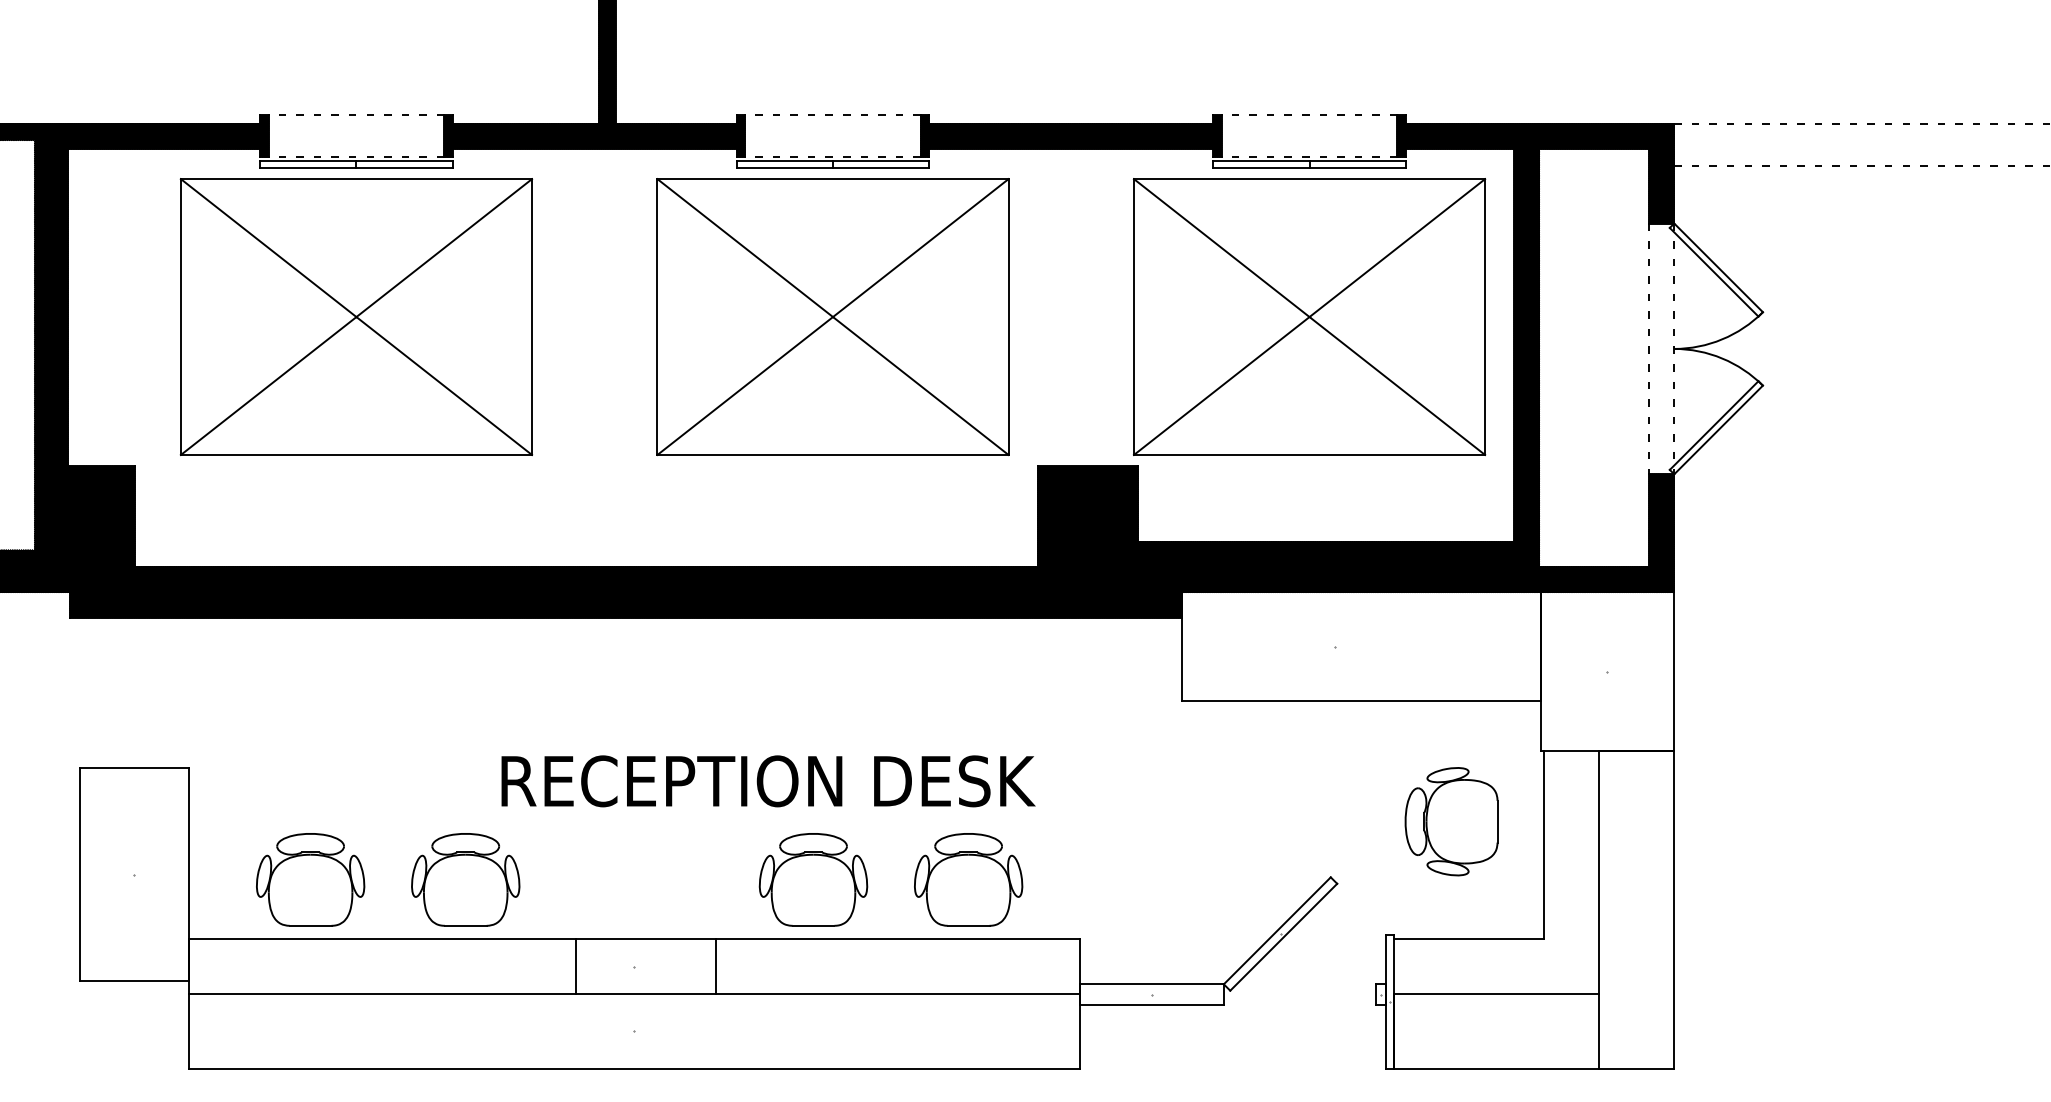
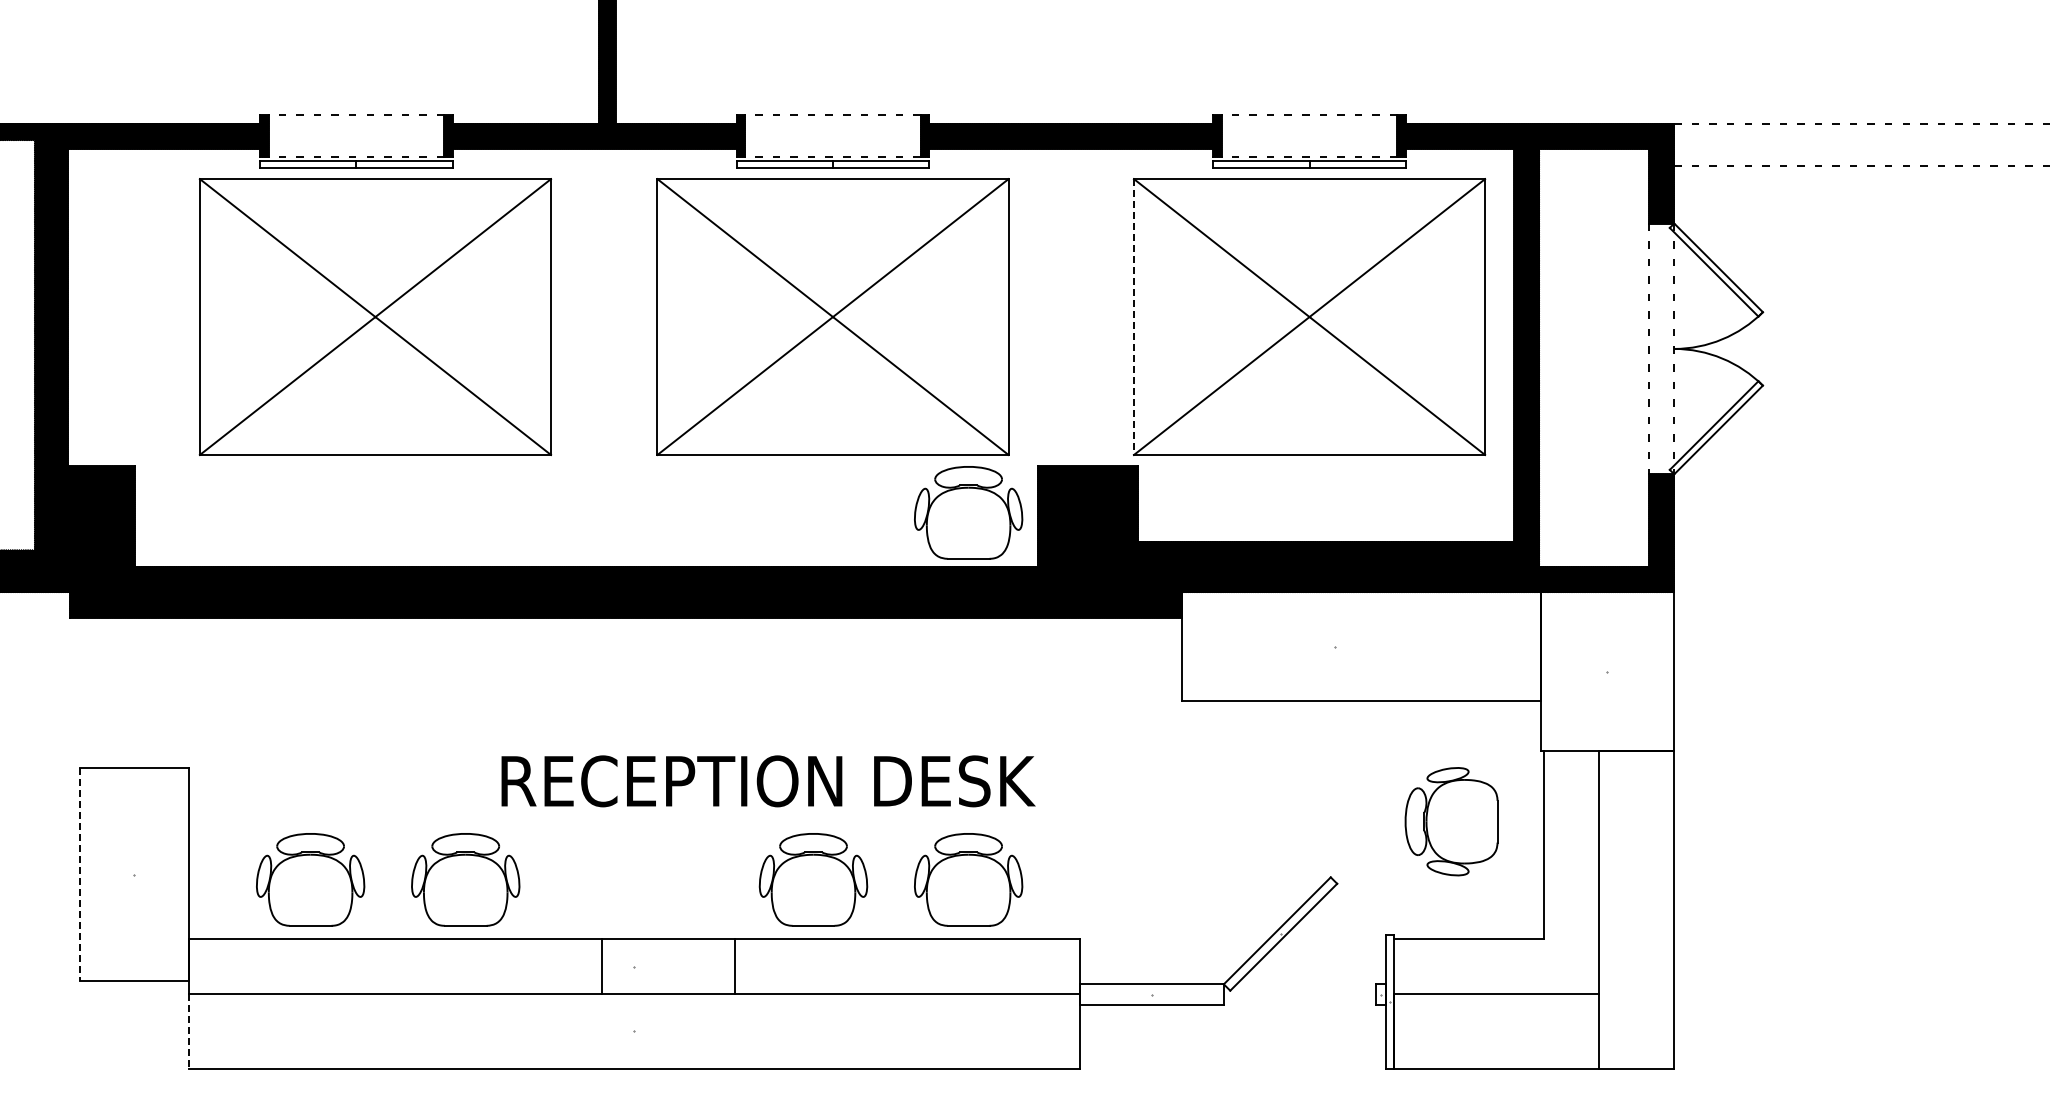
part at (356, 316) position: (356, 316) -> (375, 316)
line at (1133, 317): solid -> dashed
part at (968, 512): none -> present
line at (79, 874): solid -> dashed
line at (575, 966) position: (575, 966) -> (601, 966)
line at (715, 966) position: (715, 966) -> (734, 966)
line at (189, 1031): solid -> dashed
